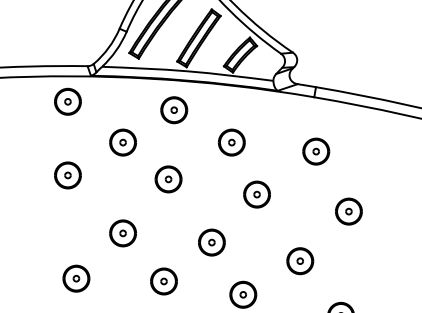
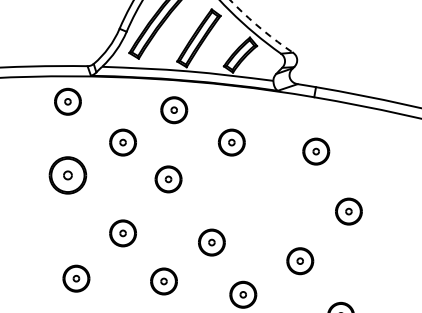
arc at (260, 28): solid -> dashed
part at (67, 175) size: 28x29 px -> 40x39 px
part at (256, 194): present -> none
